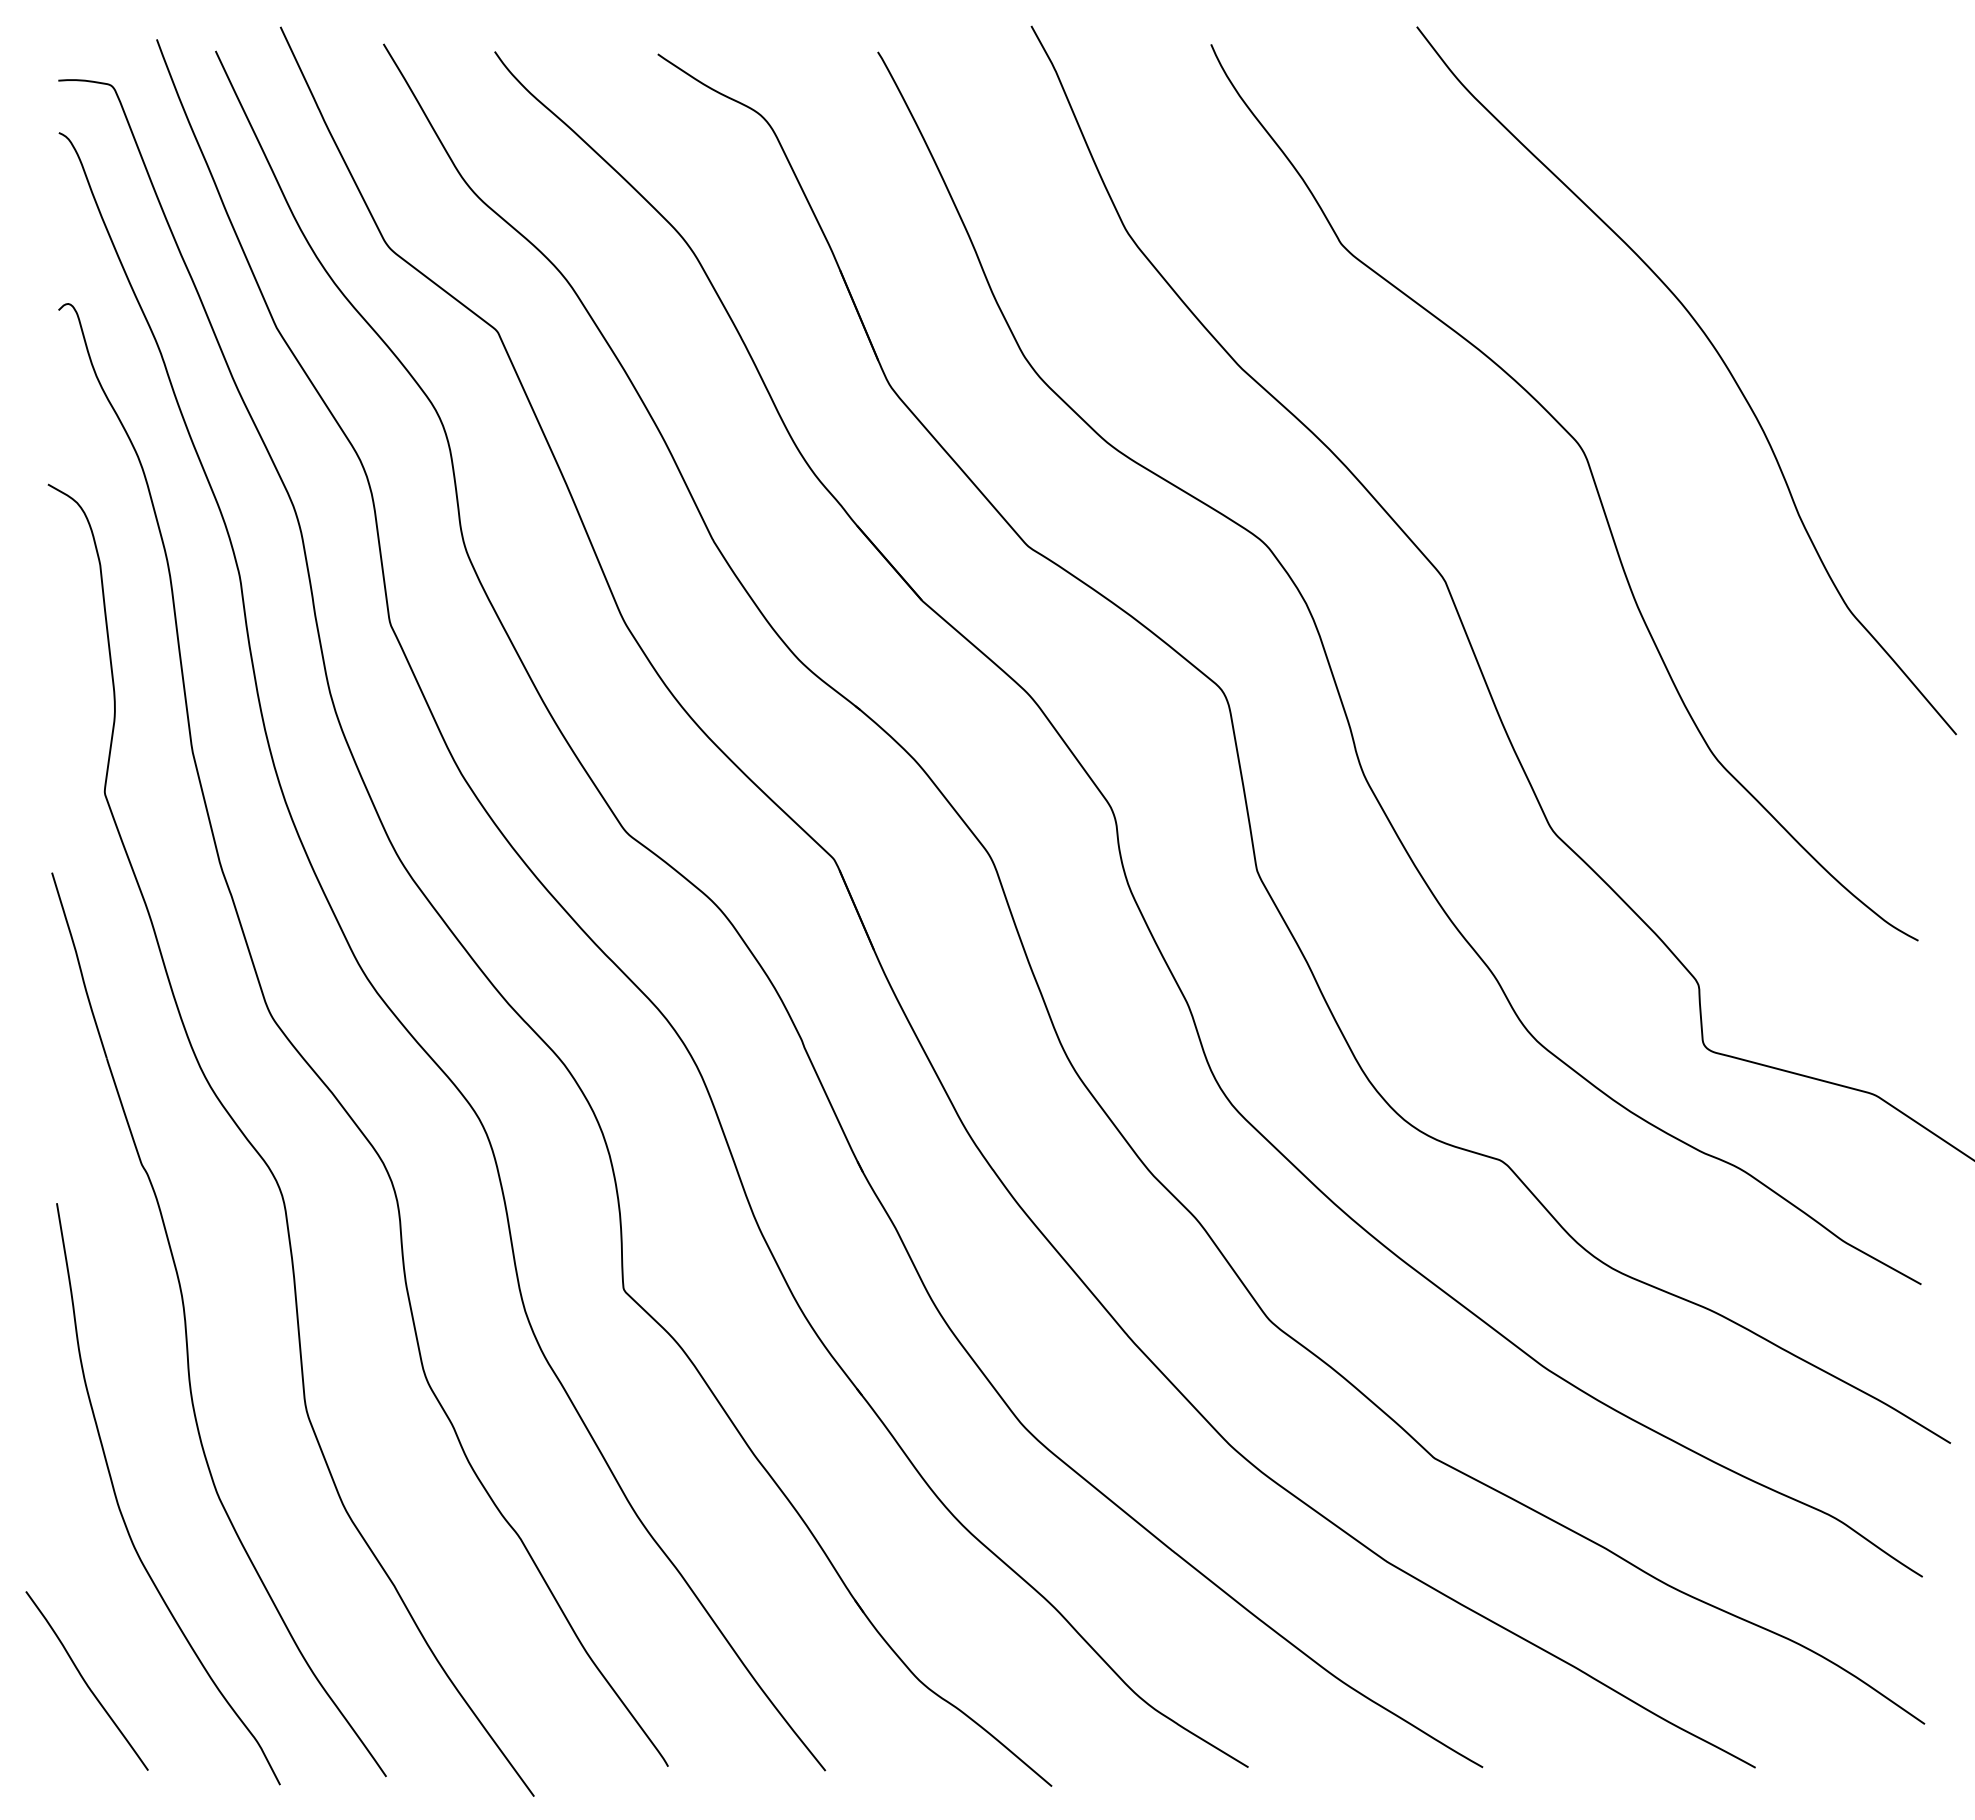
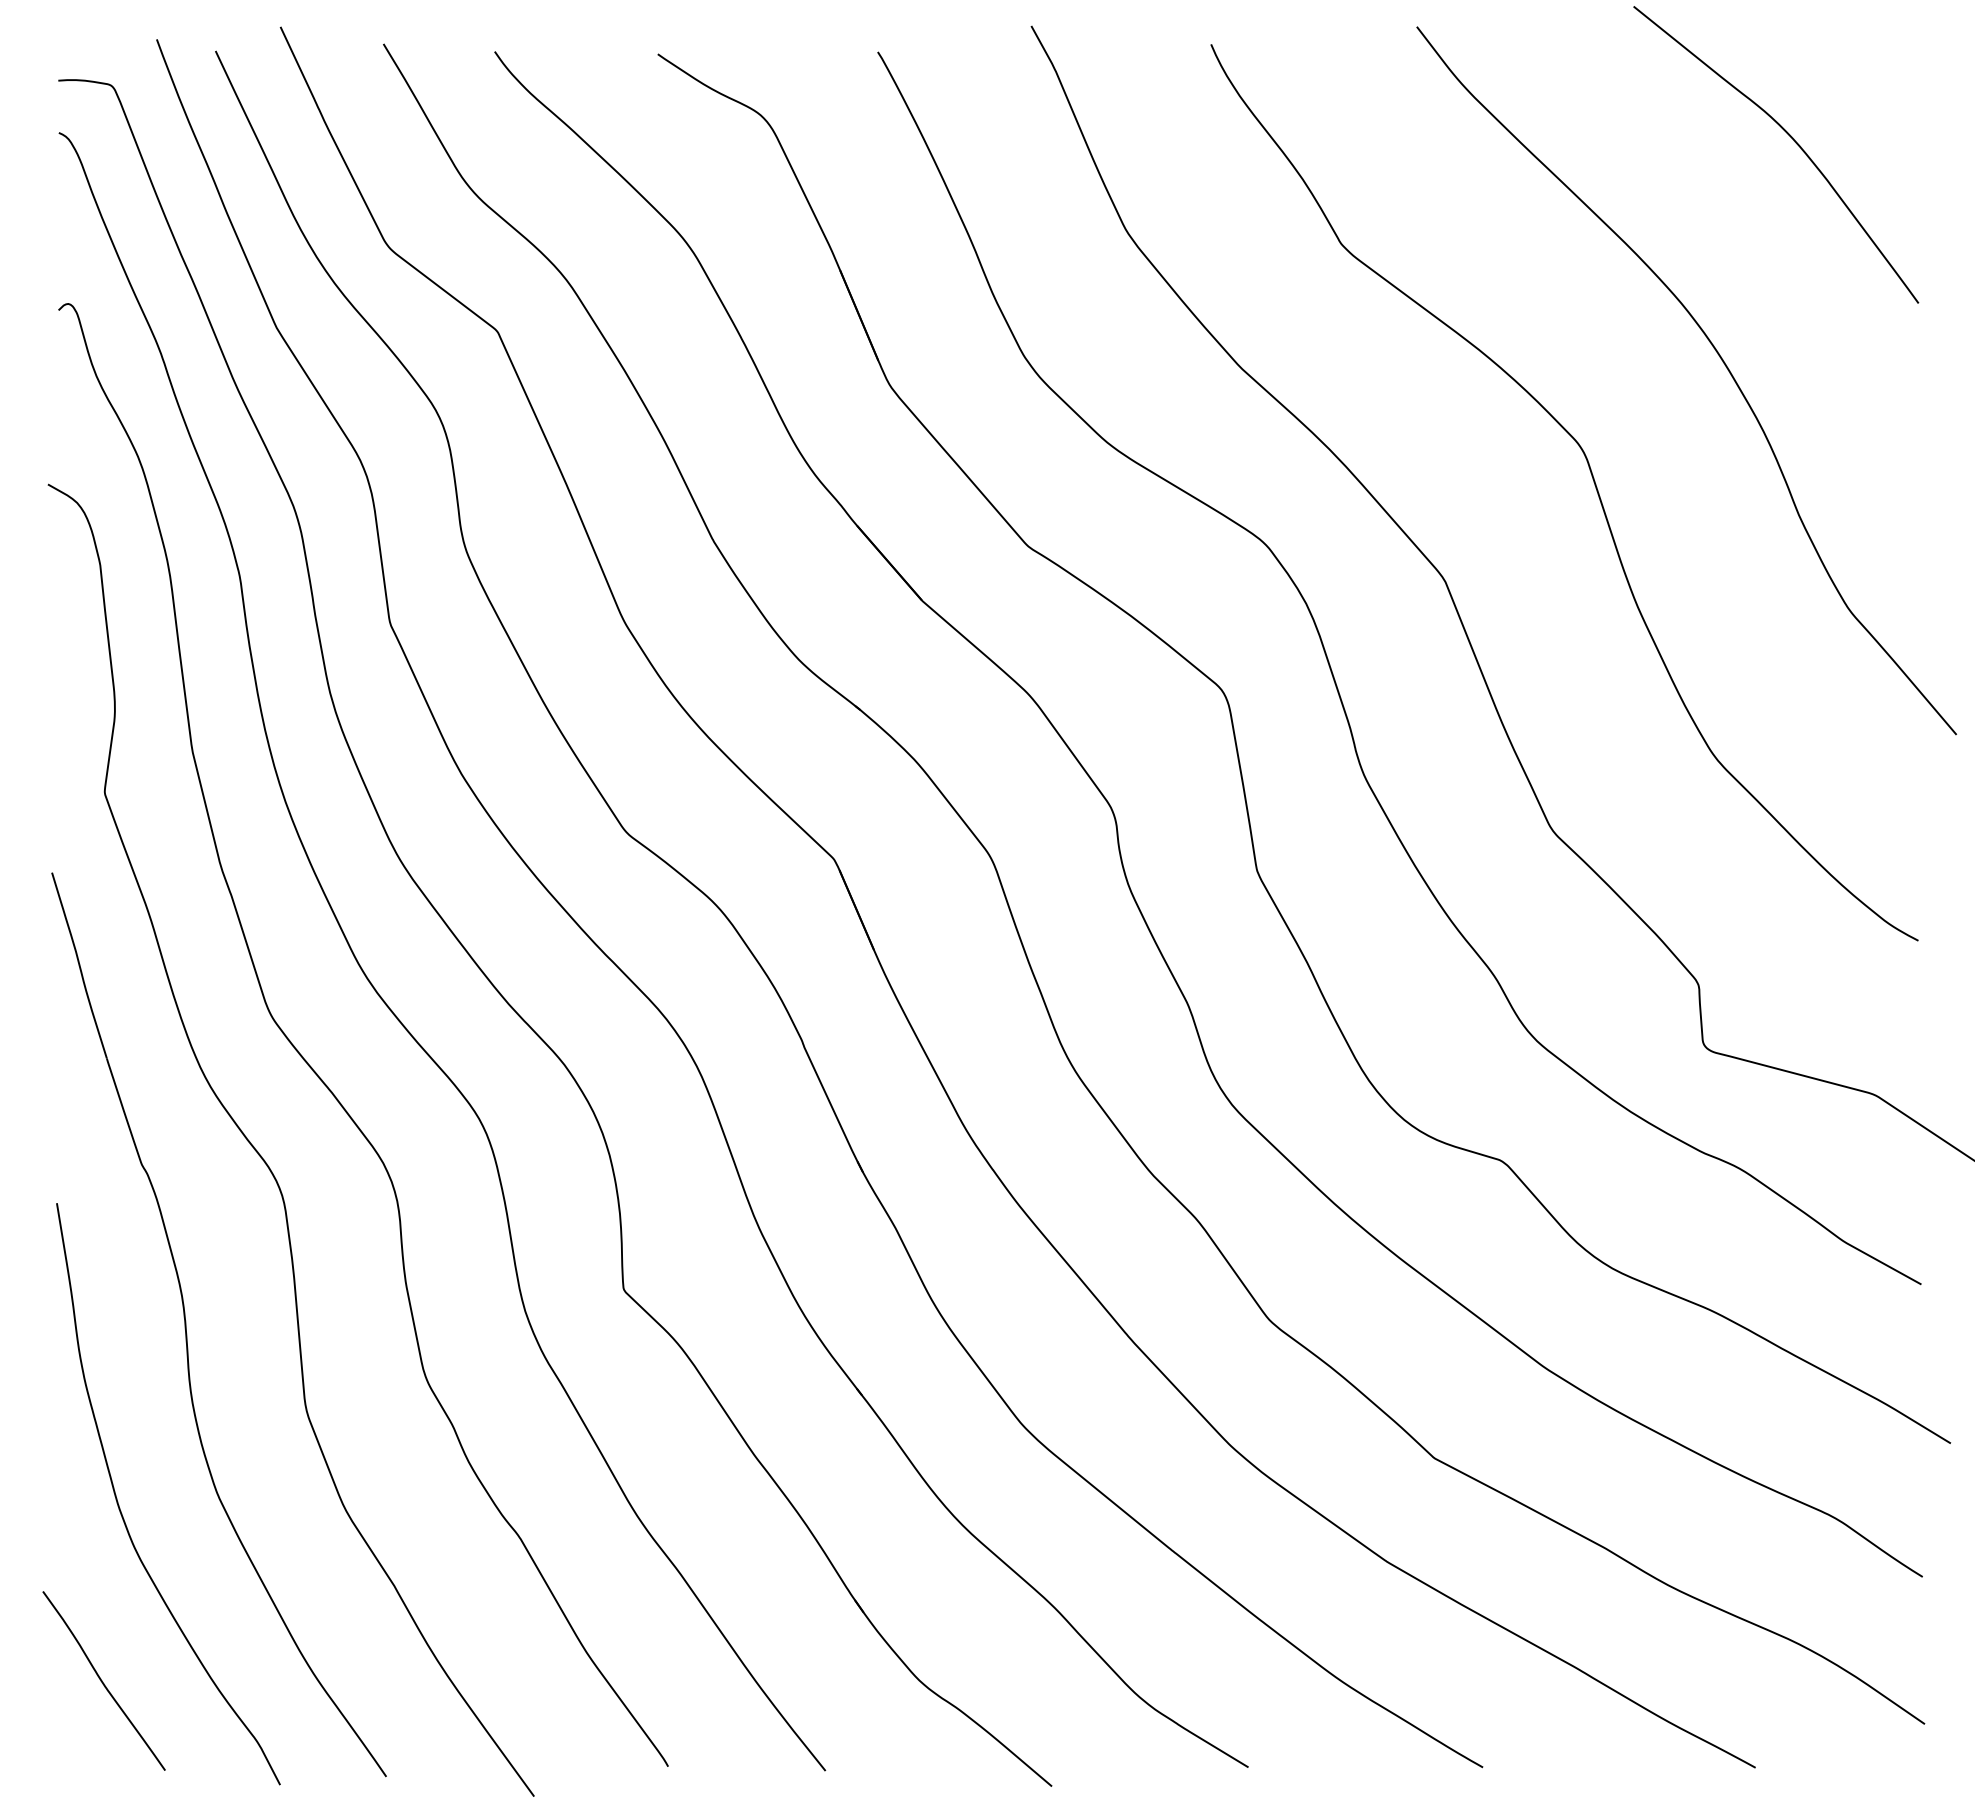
curve at (1791, 138): none -> present
curve at (85, 1680) position: (85, 1680) -> (102, 1680)
